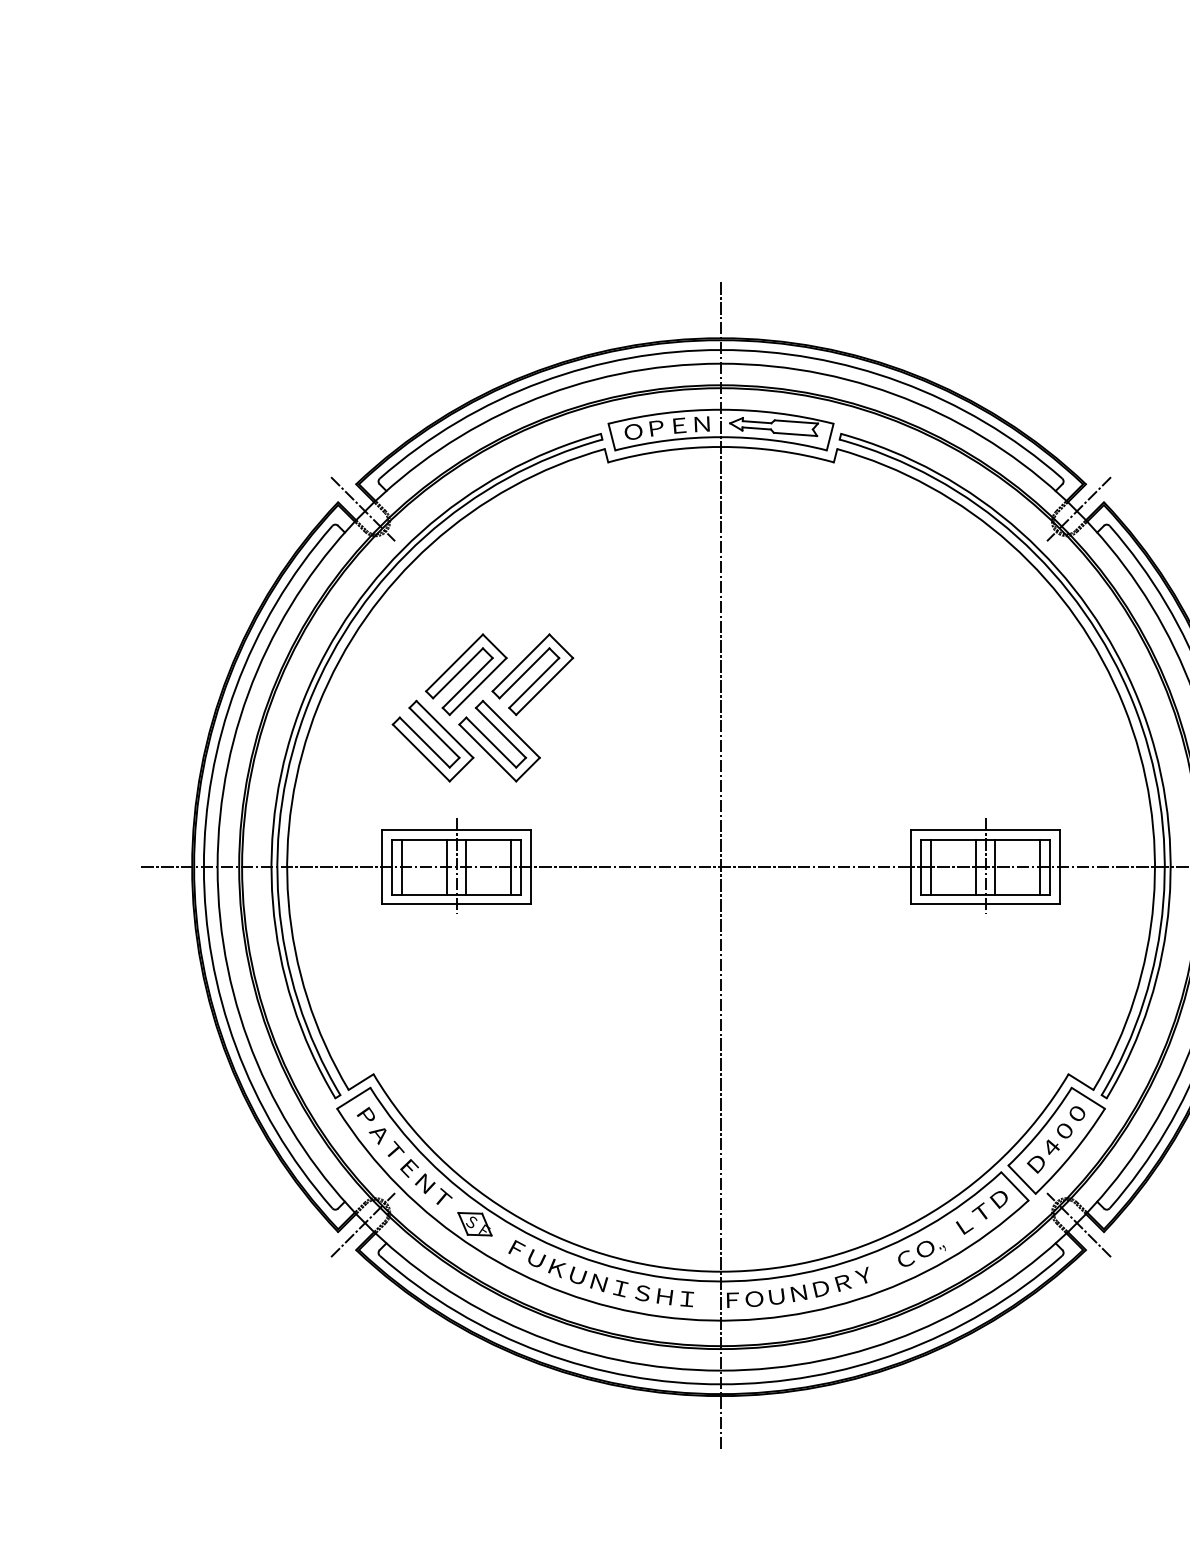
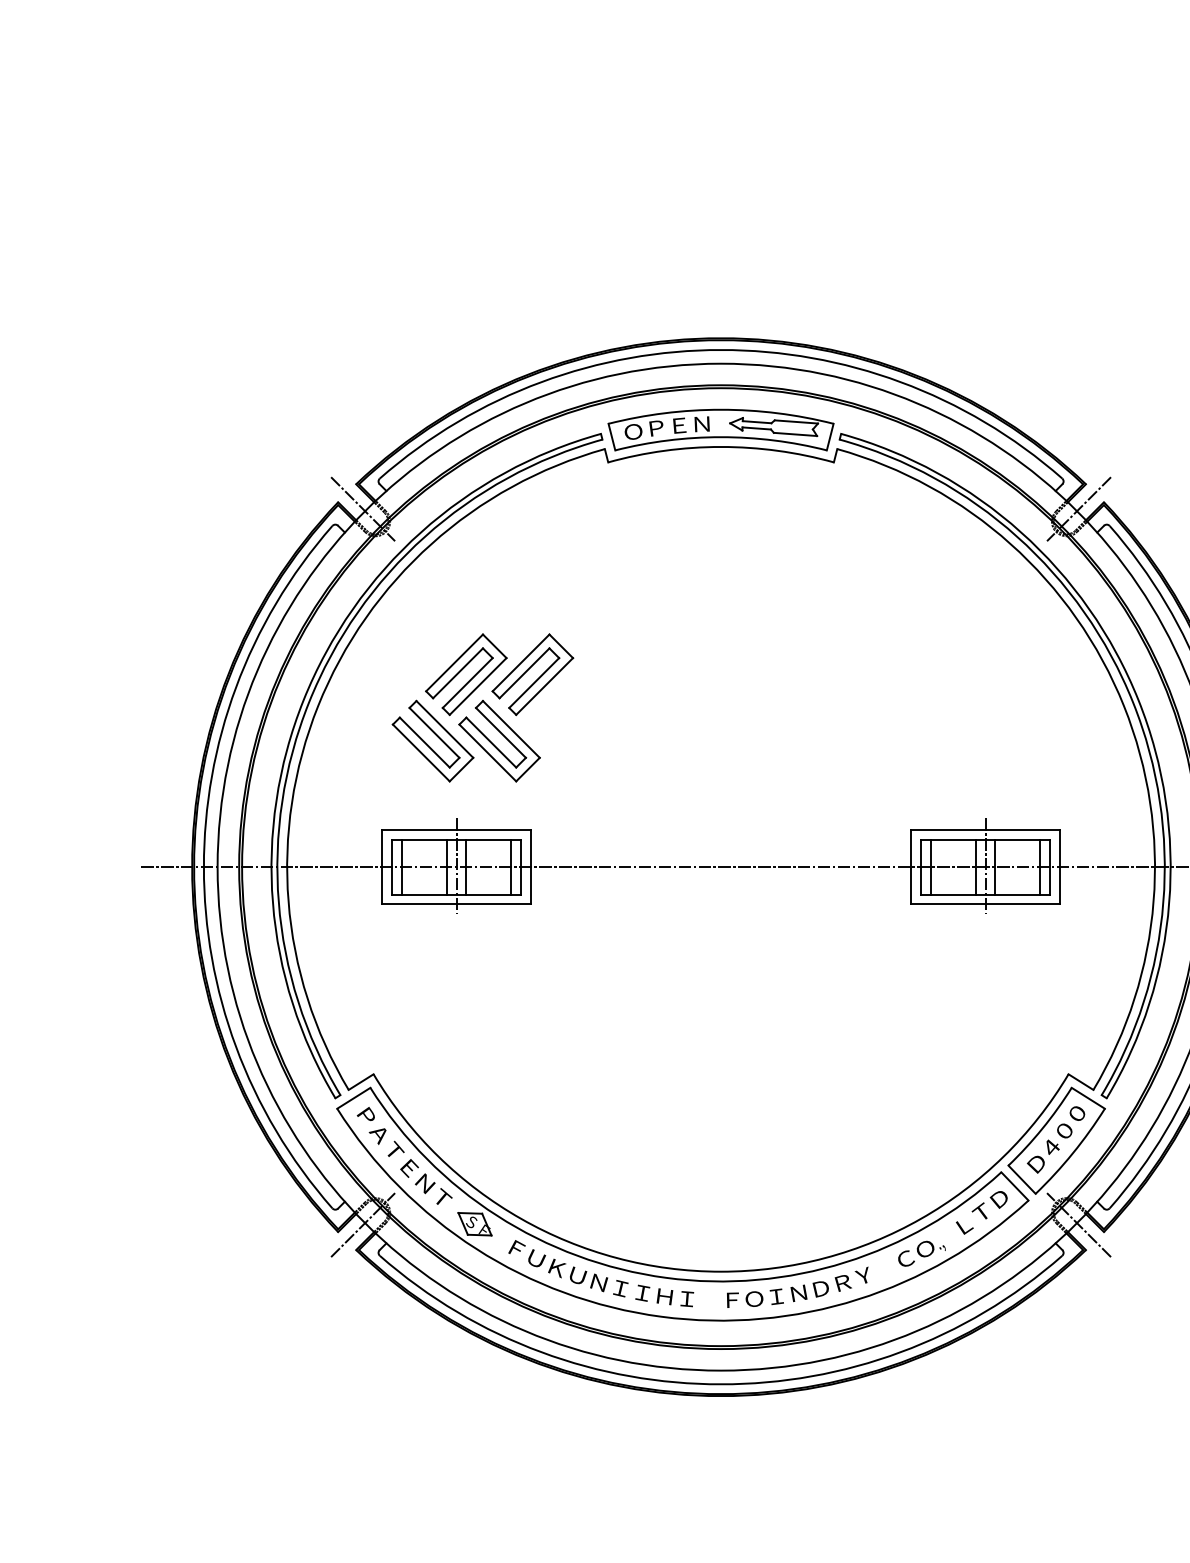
line at (721, 864): present -> none
text at (642, 1292): Ｓ -> Ｉ
text at (776, 1296): Ｕ -> Ｉ
